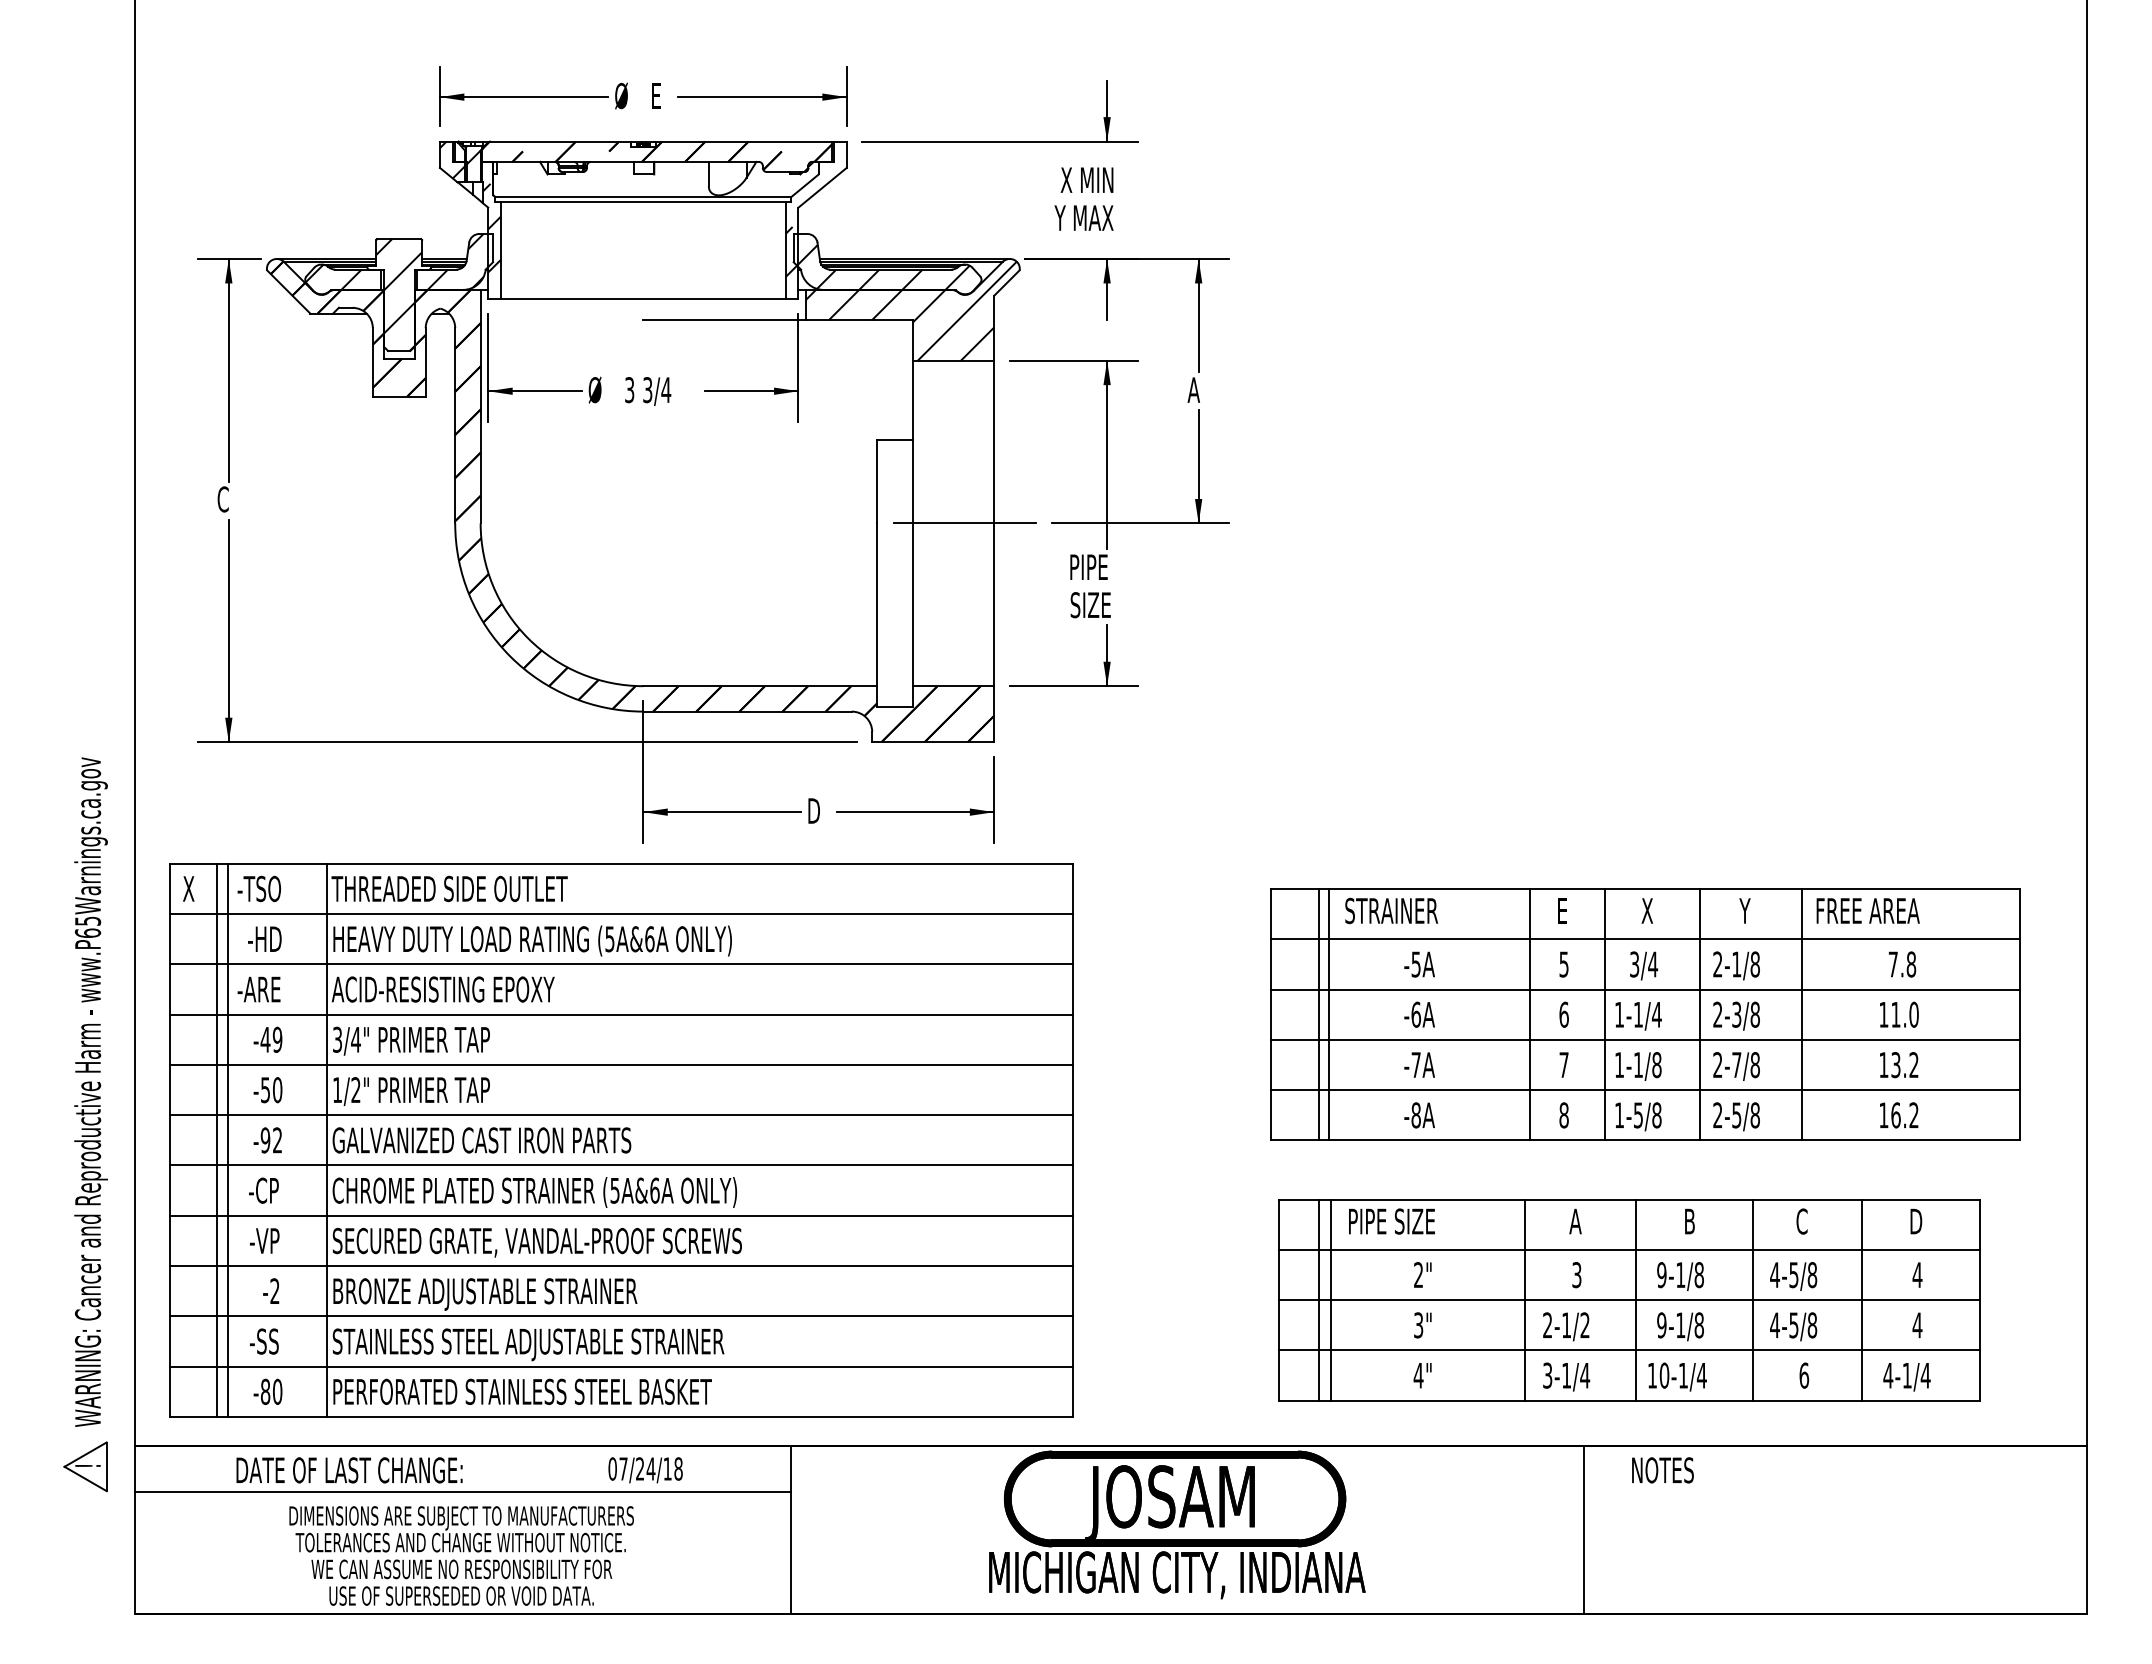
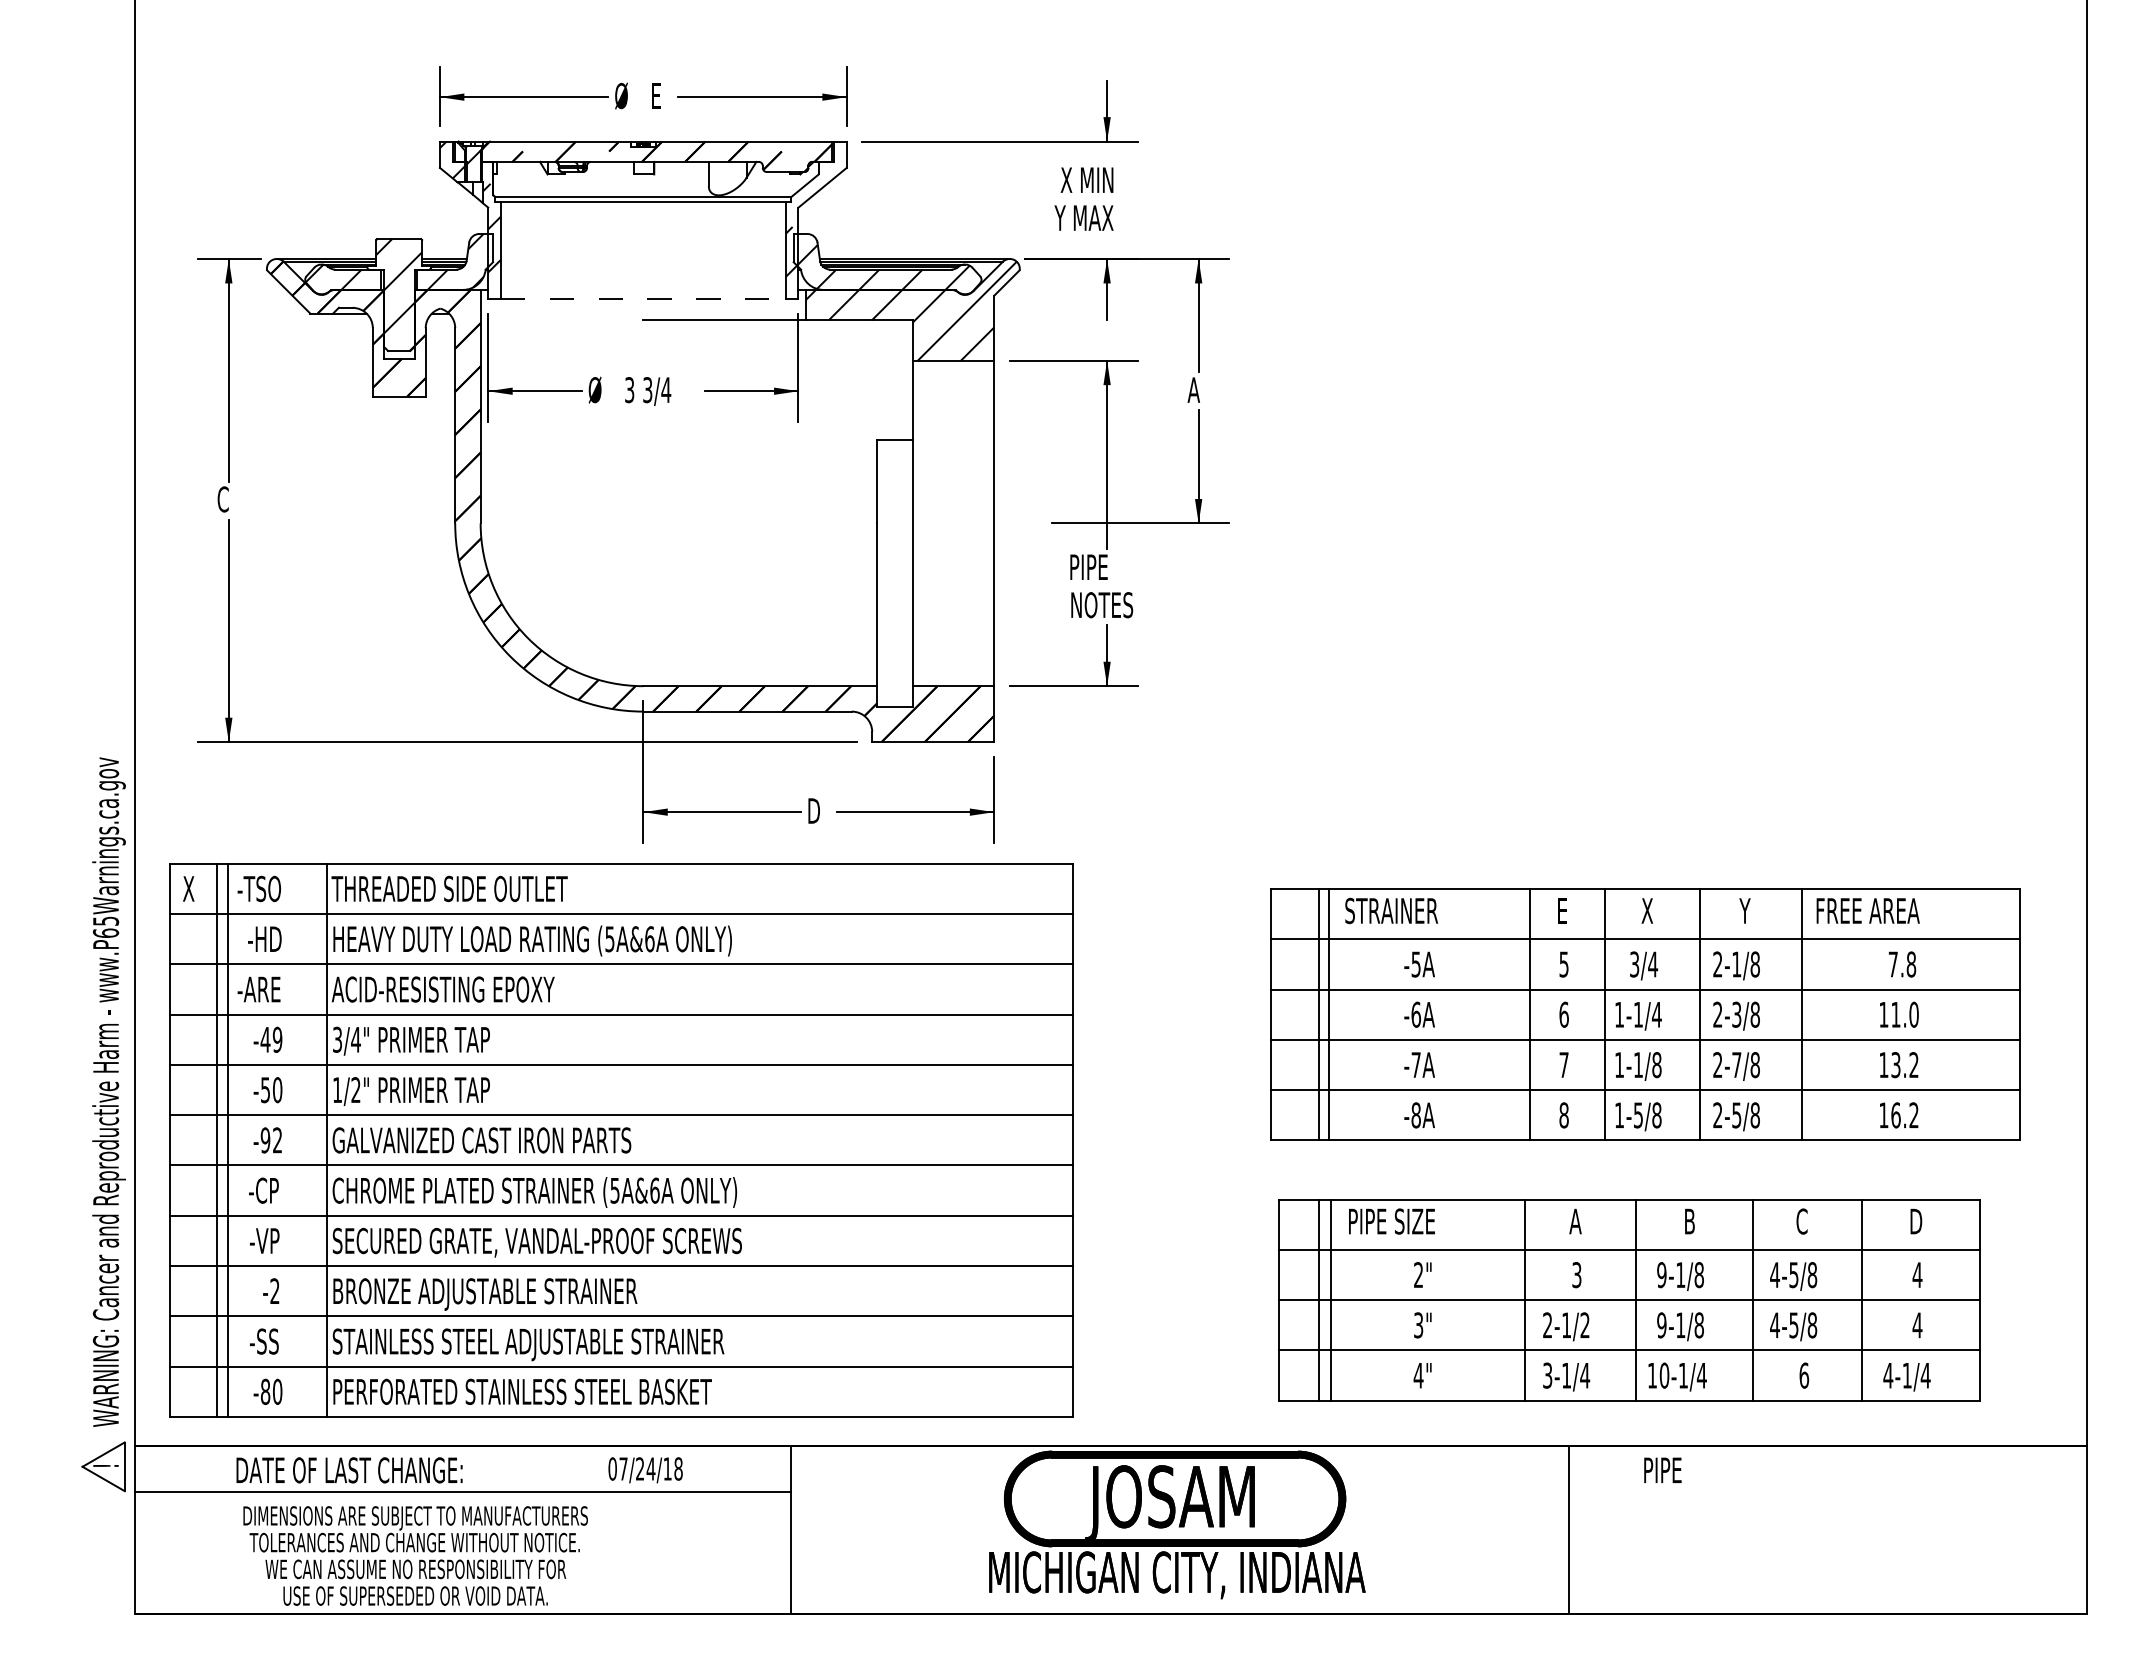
line at (643, 299): solid -> dashed
line at (965, 523): present -> none
text at (1101, 605): SIZE -> NOTES
part at (85, 1124) position: (85, 1124) -> (103, 1124)
text at (1662, 1470): NOTES -> PIPE
line at (1583, 1530) position: (1583, 1530) -> (1568, 1530)
text at (461, 1555) position: (461, 1555) -> (415, 1555)
